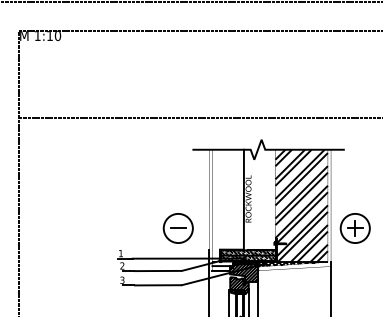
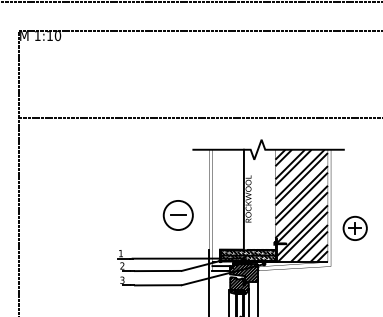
part at (177, 228) position: (177, 228) -> (177, 215)
part at (354, 228) size: 32x31 px -> 26x26 px
hatch at (288, 264): present -> none
line at (331, 287): present -> none
